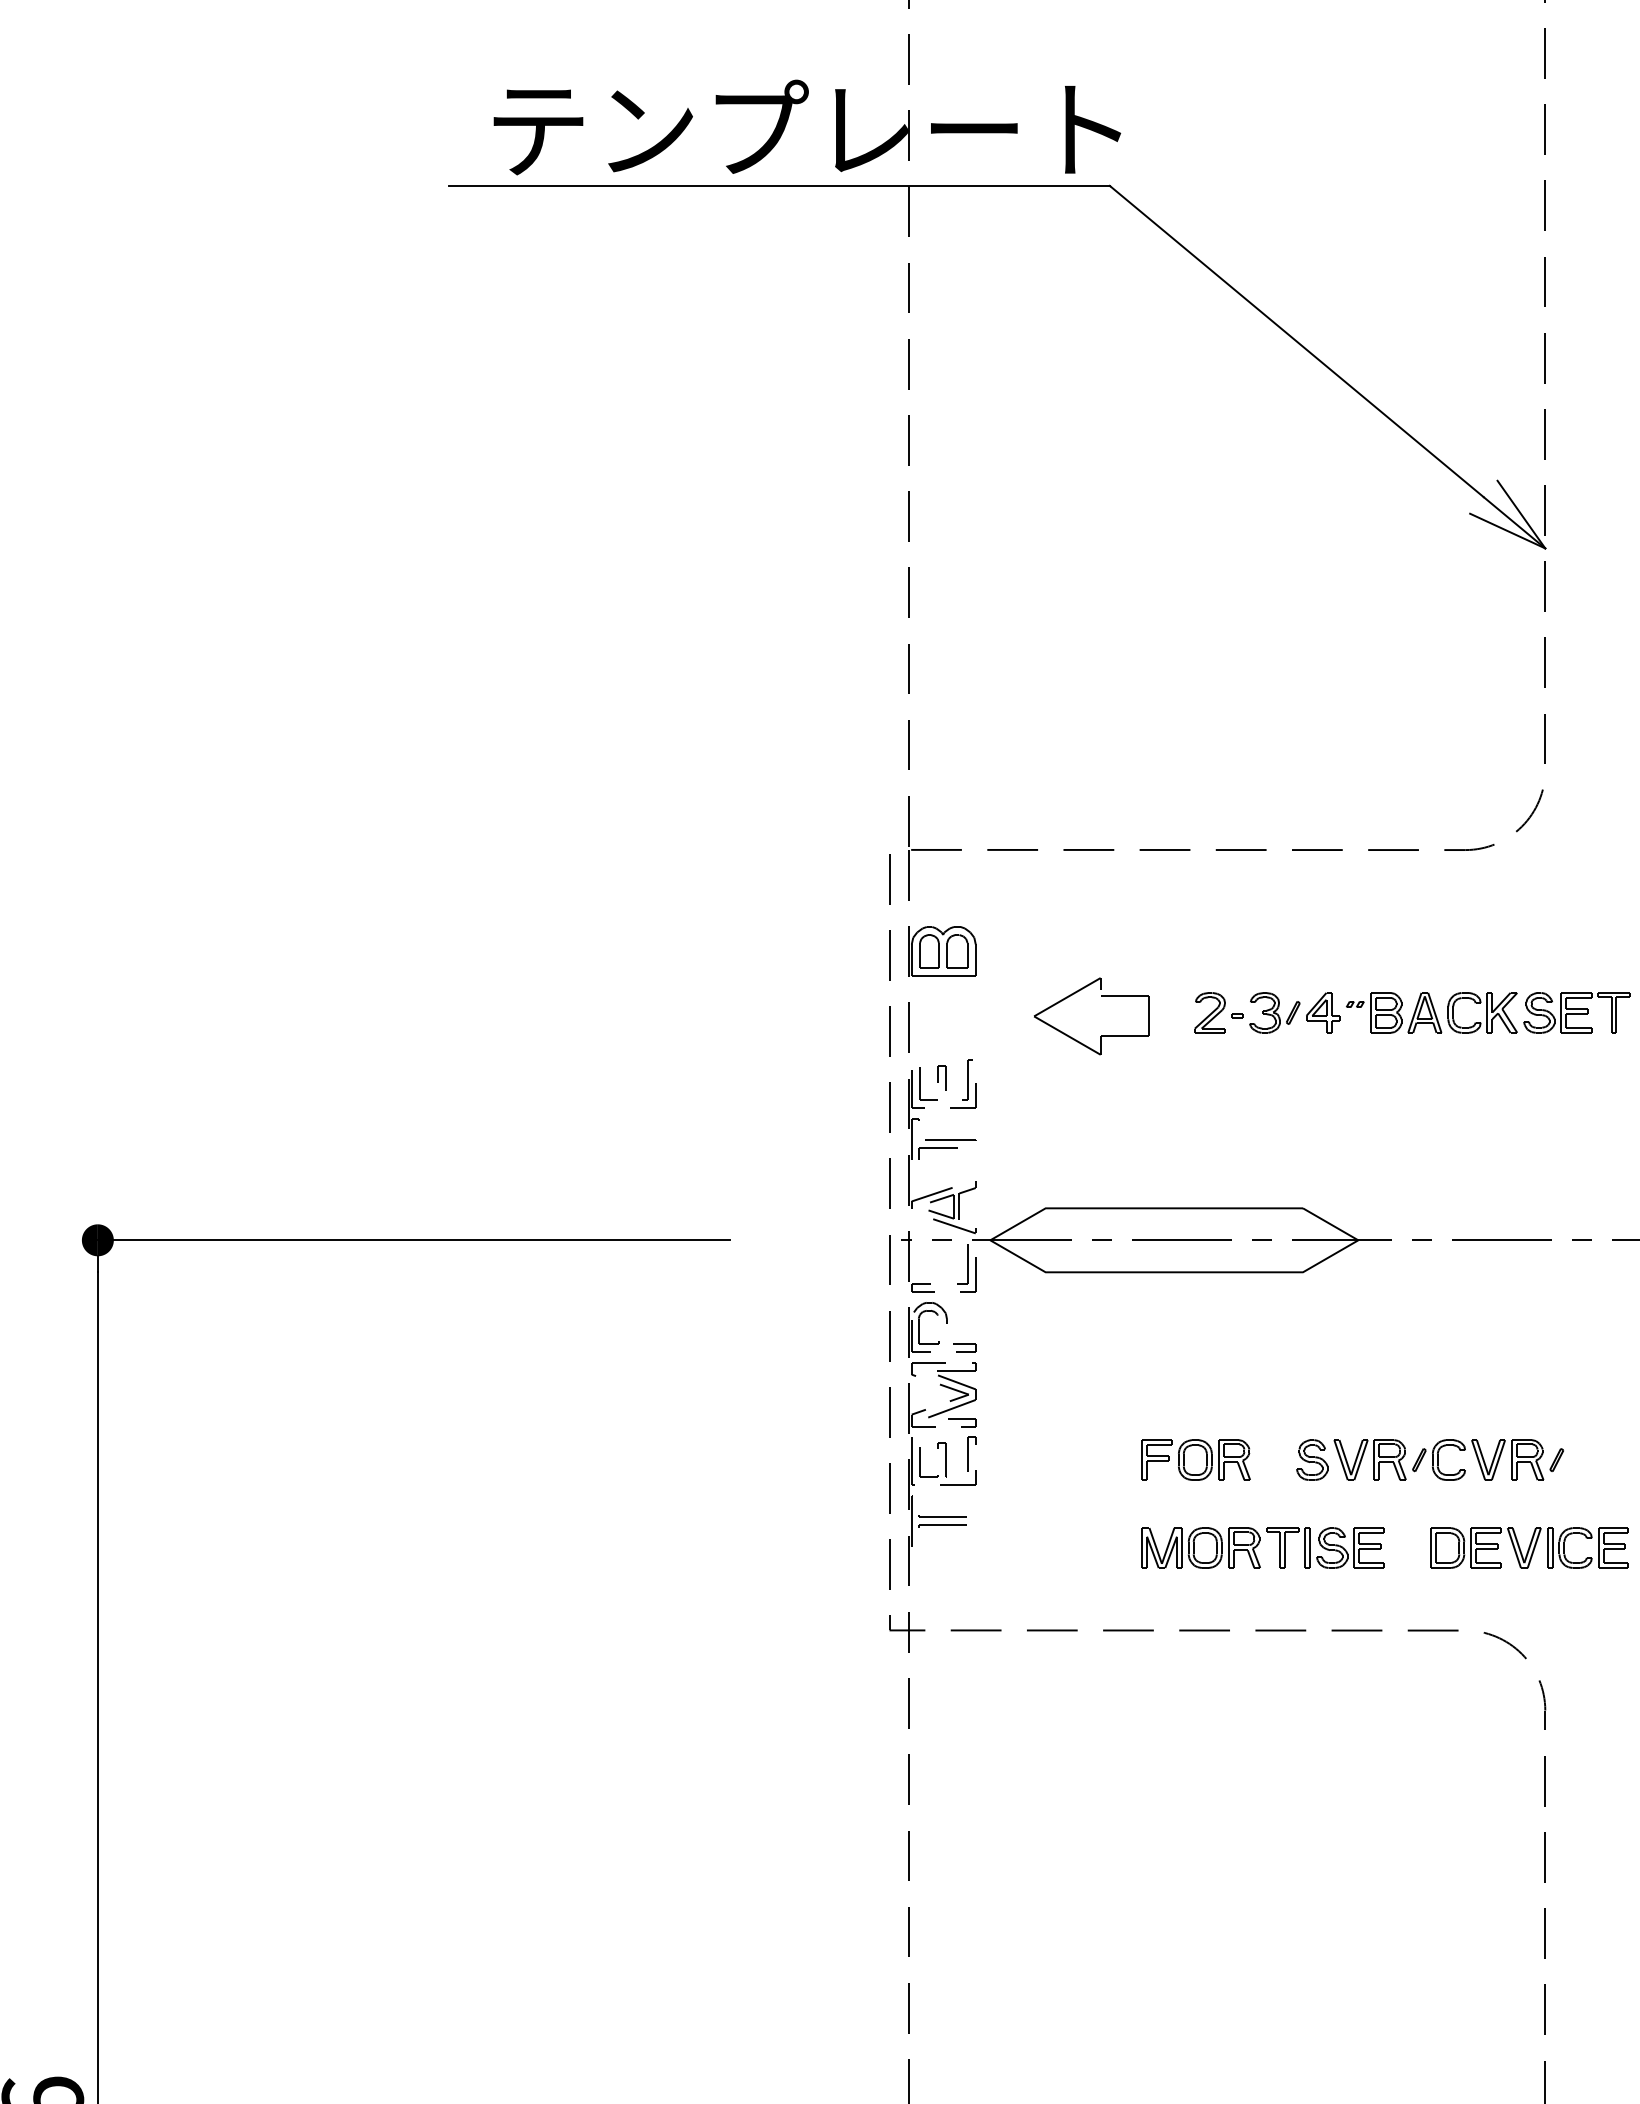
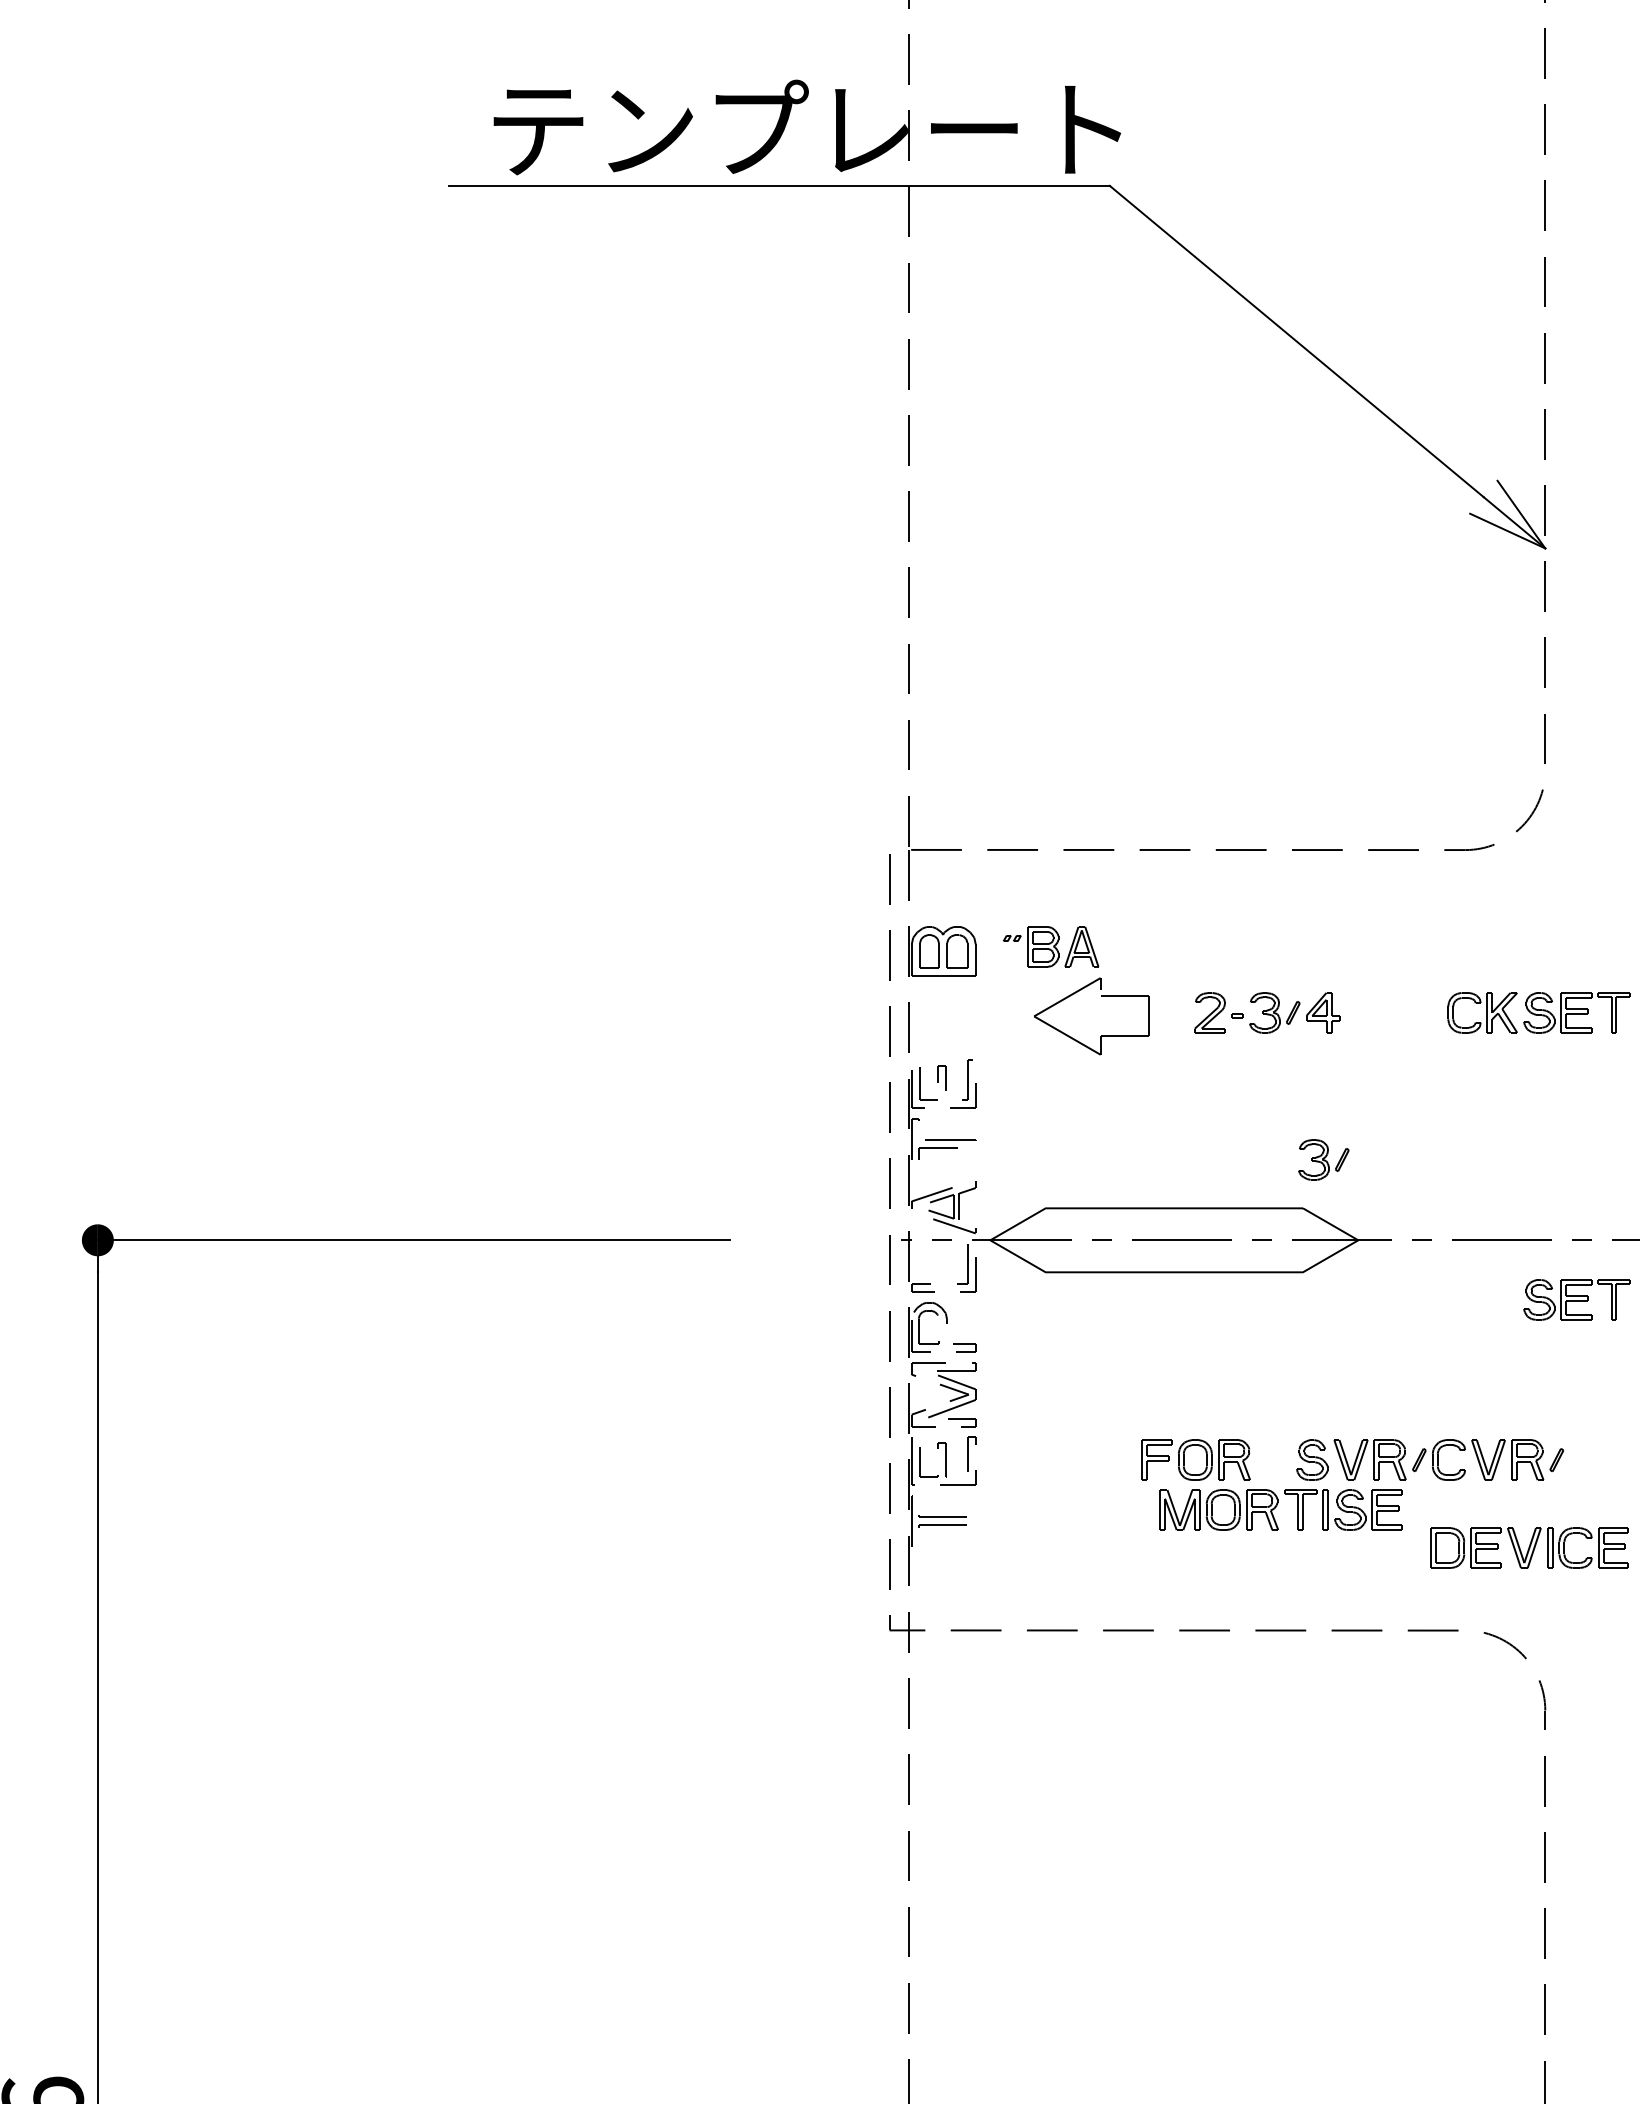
part at (1394, 1012) position: (1394, 1012) -> (1051, 946)
part at (1323, 1159): none -> present
part at (1576, 1299): none -> present
part at (1262, 1547) position: (1262, 1547) -> (1280, 1509)
